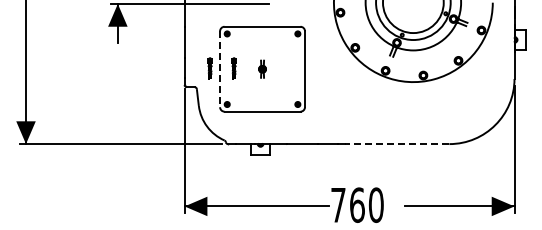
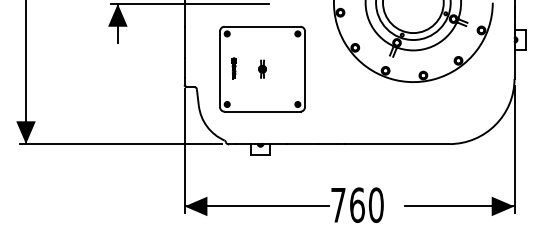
part at (209, 68): present -> none
line at (220, 69): dashed -> solid
line at (396, 144): dashed -> solid
